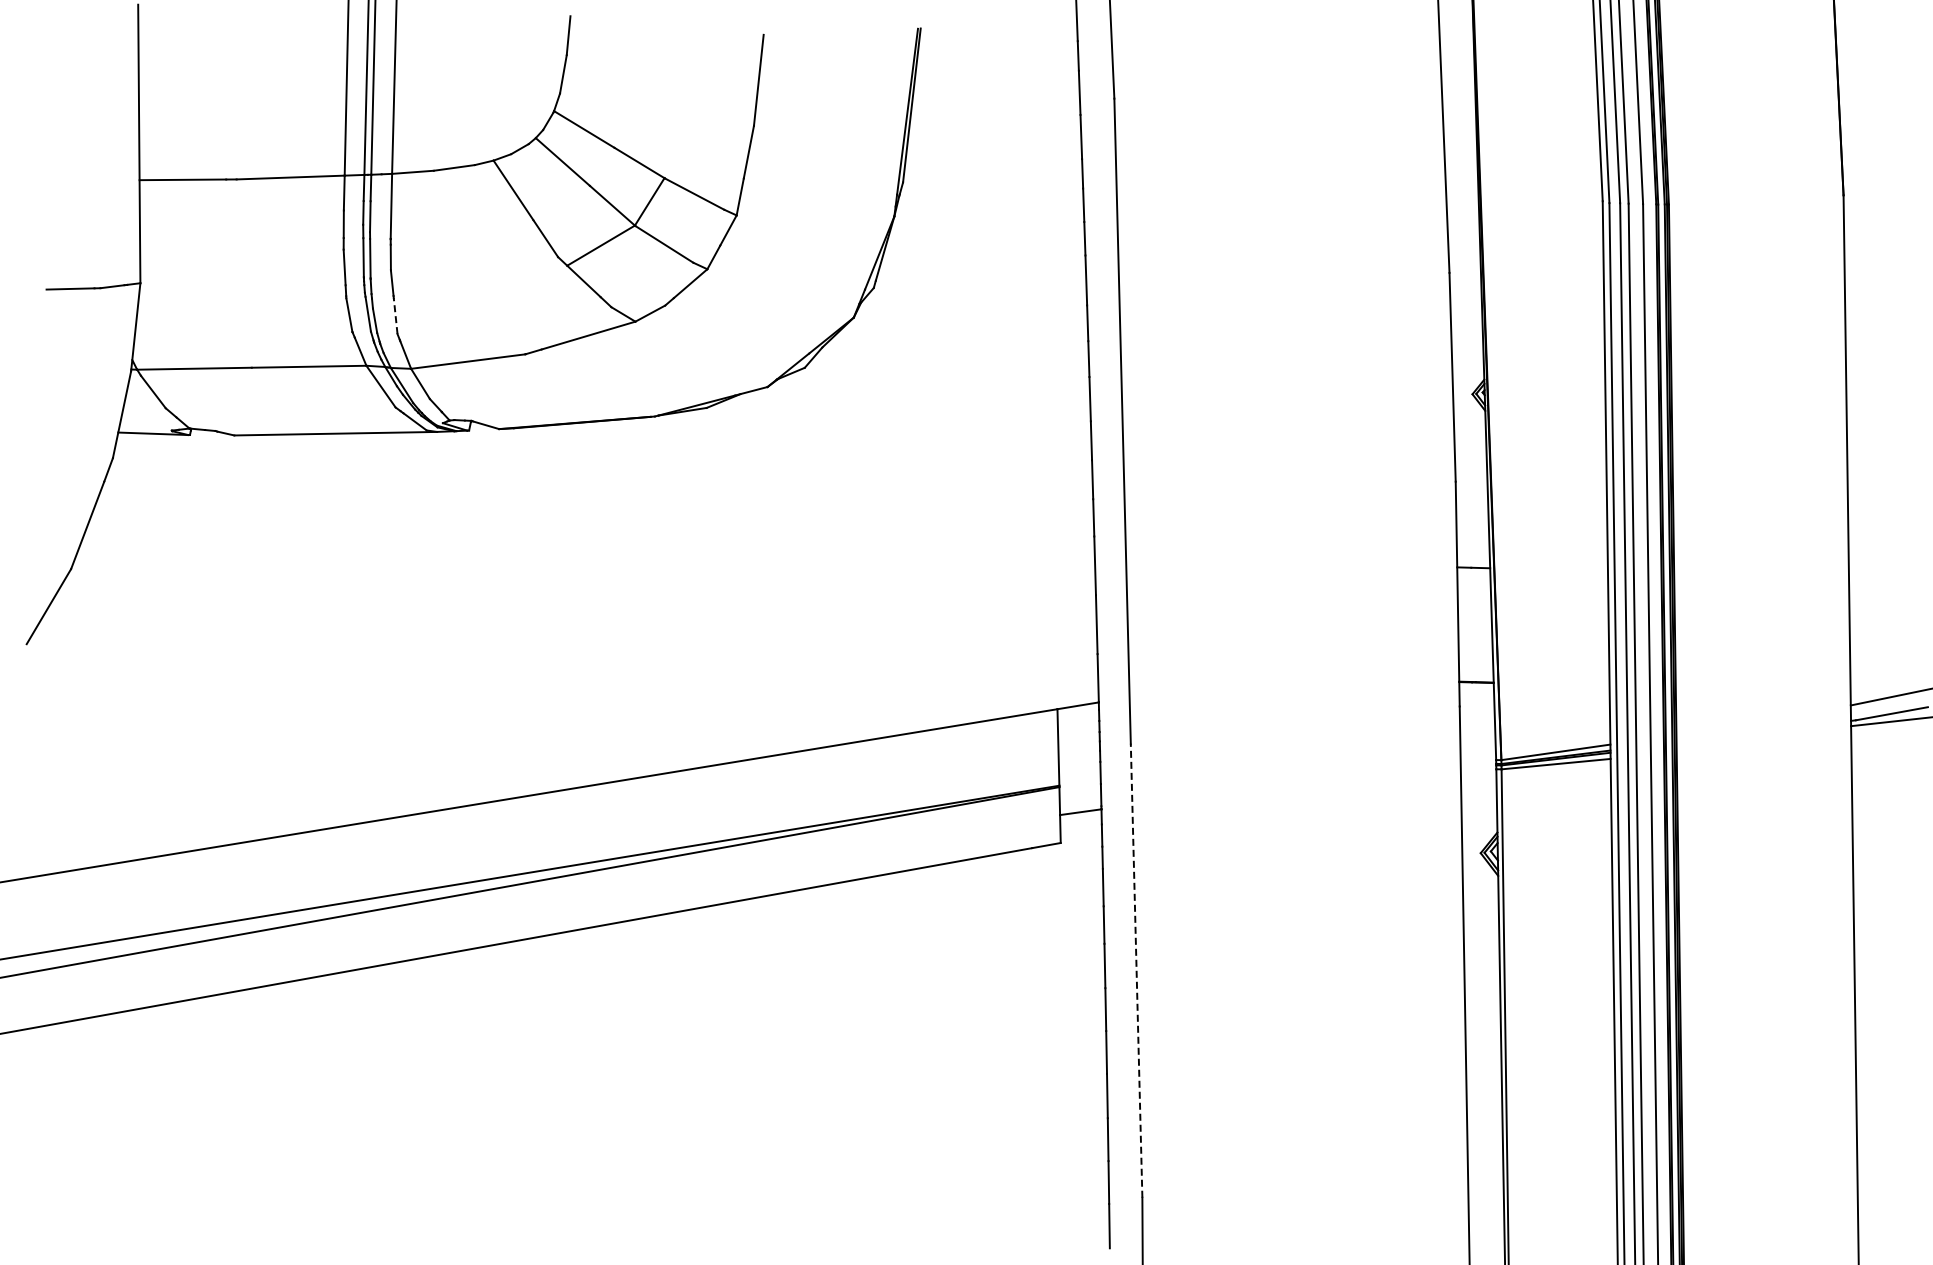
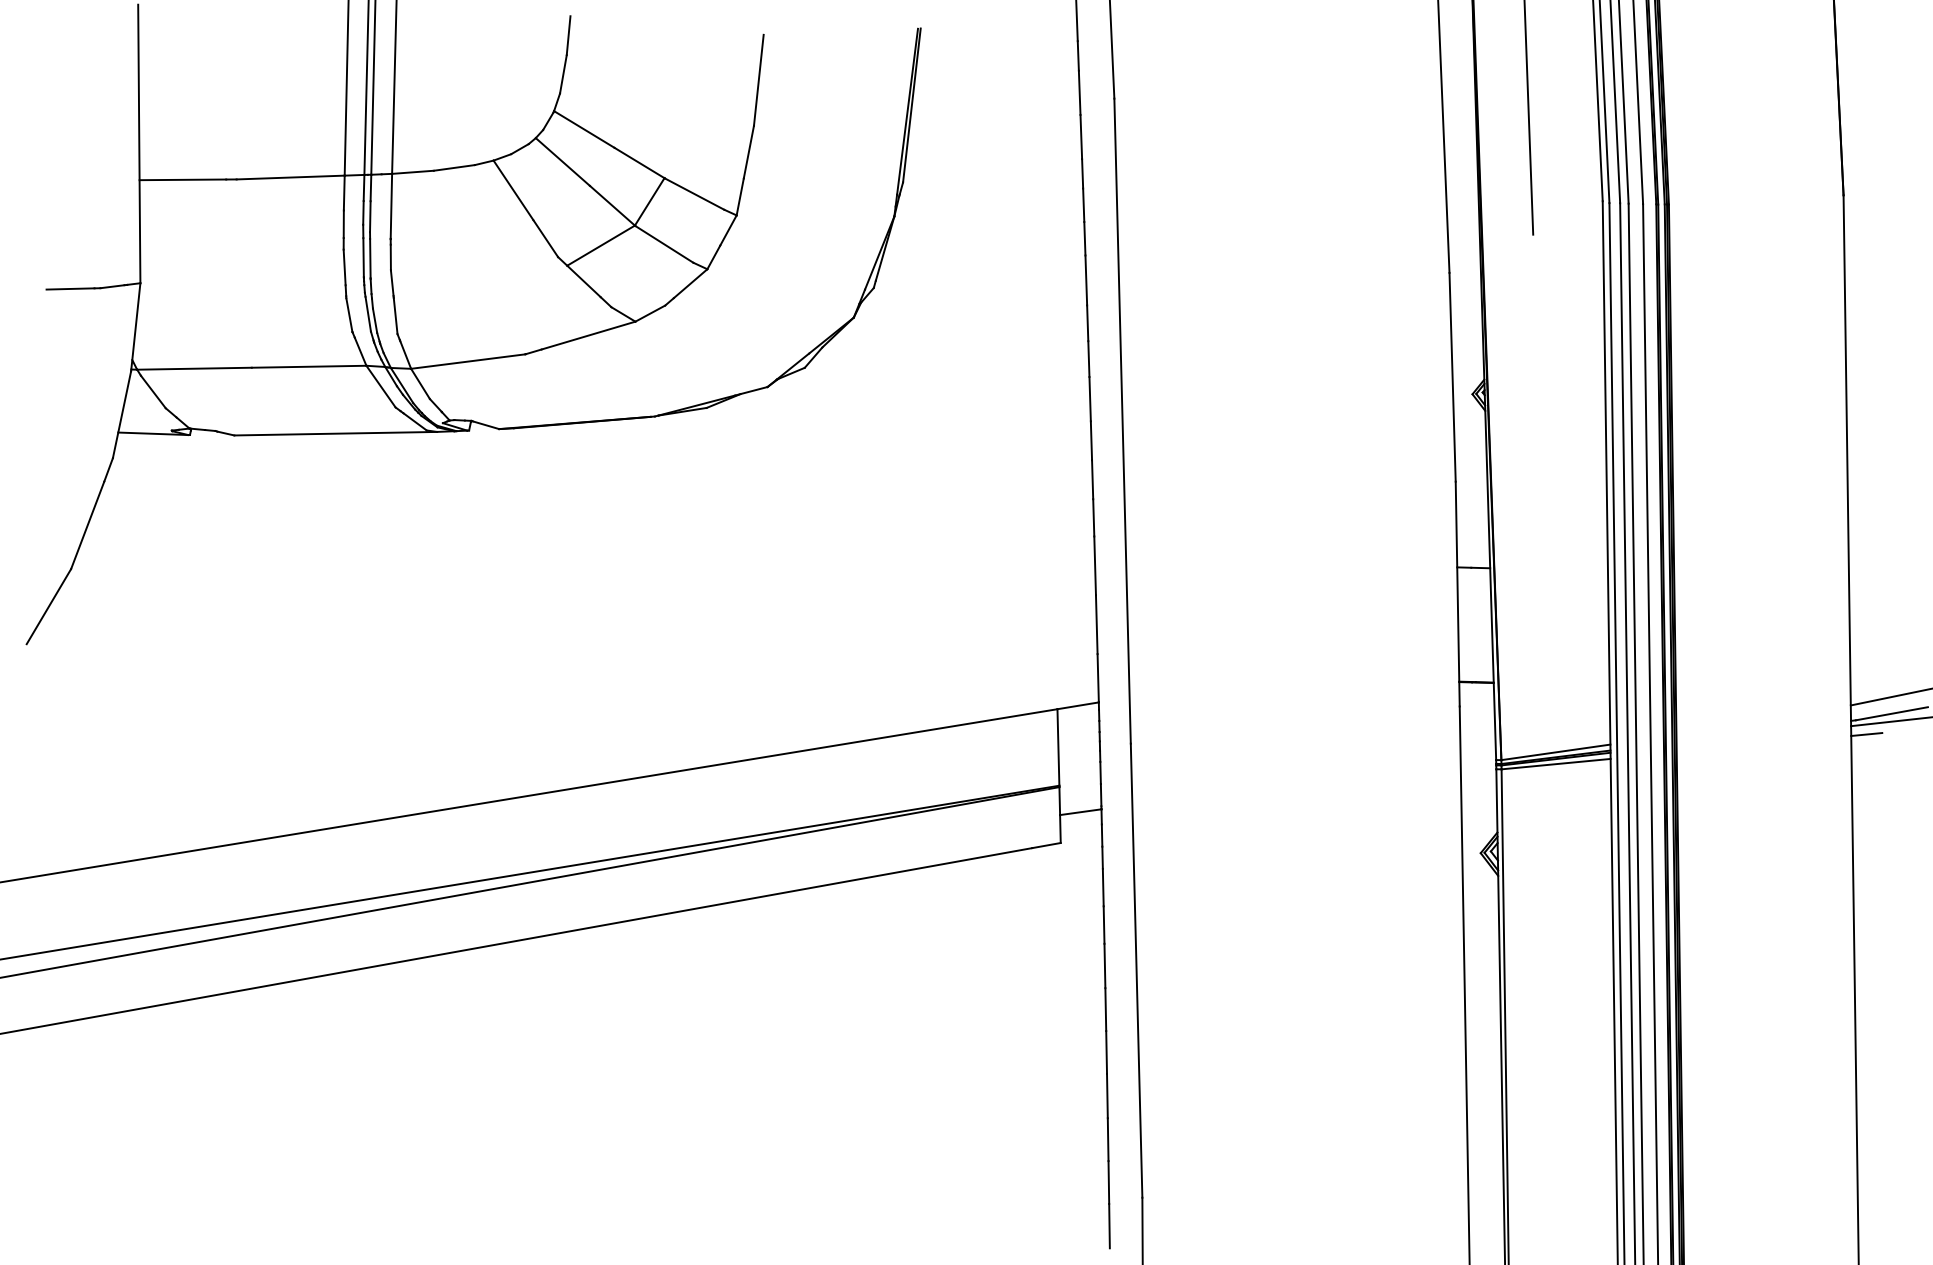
line at (1528, 118): none -> present
line at (395, 315): dashed -> solid
line at (1866, 734): none -> present
line at (1136, 970): dashed -> solid
